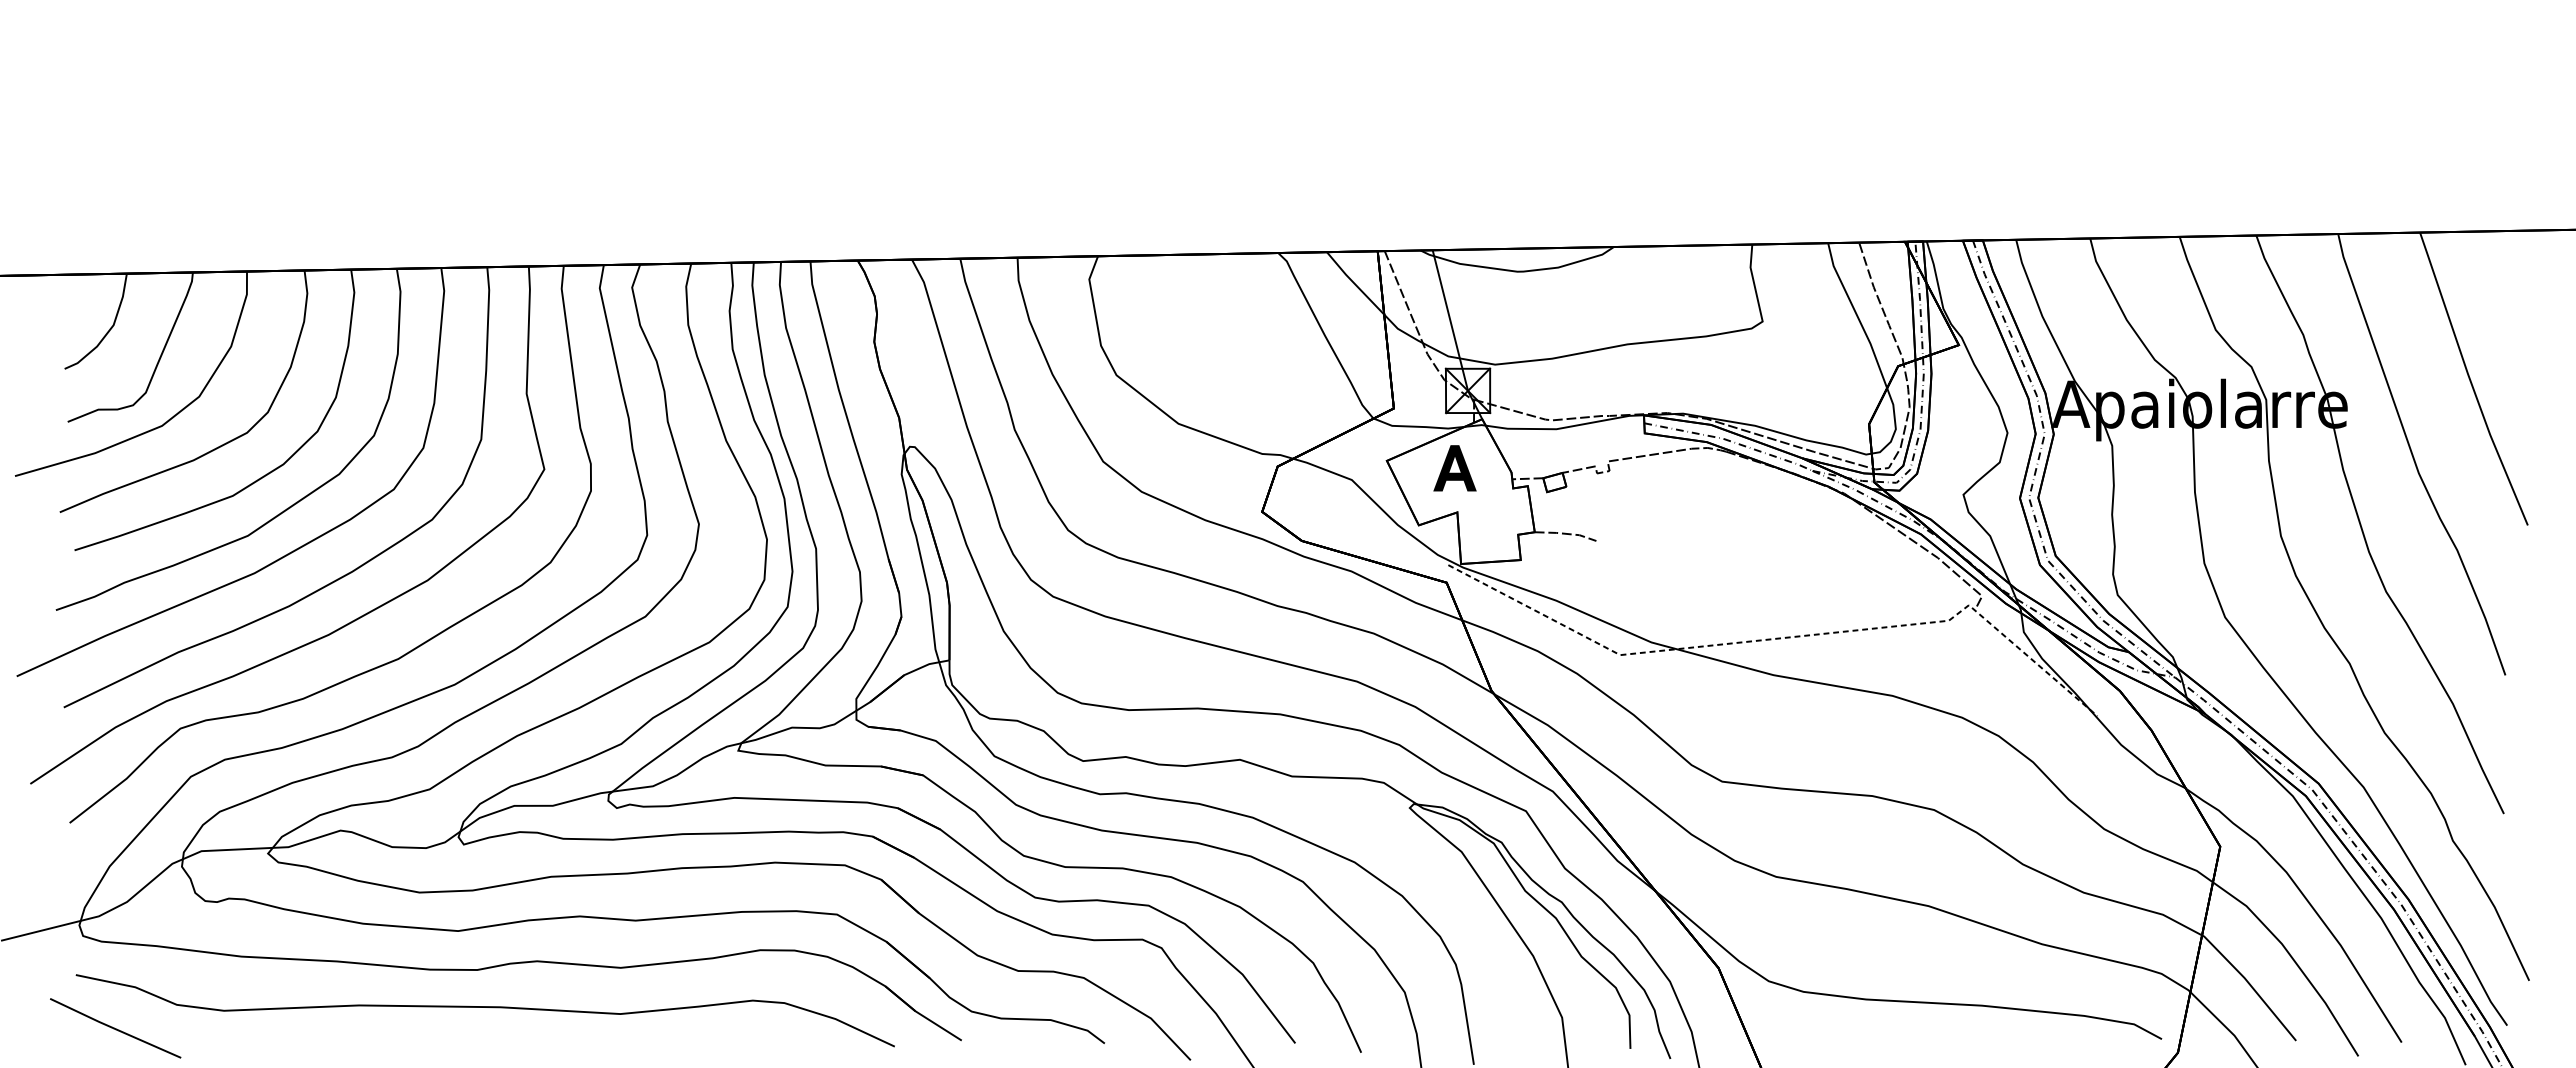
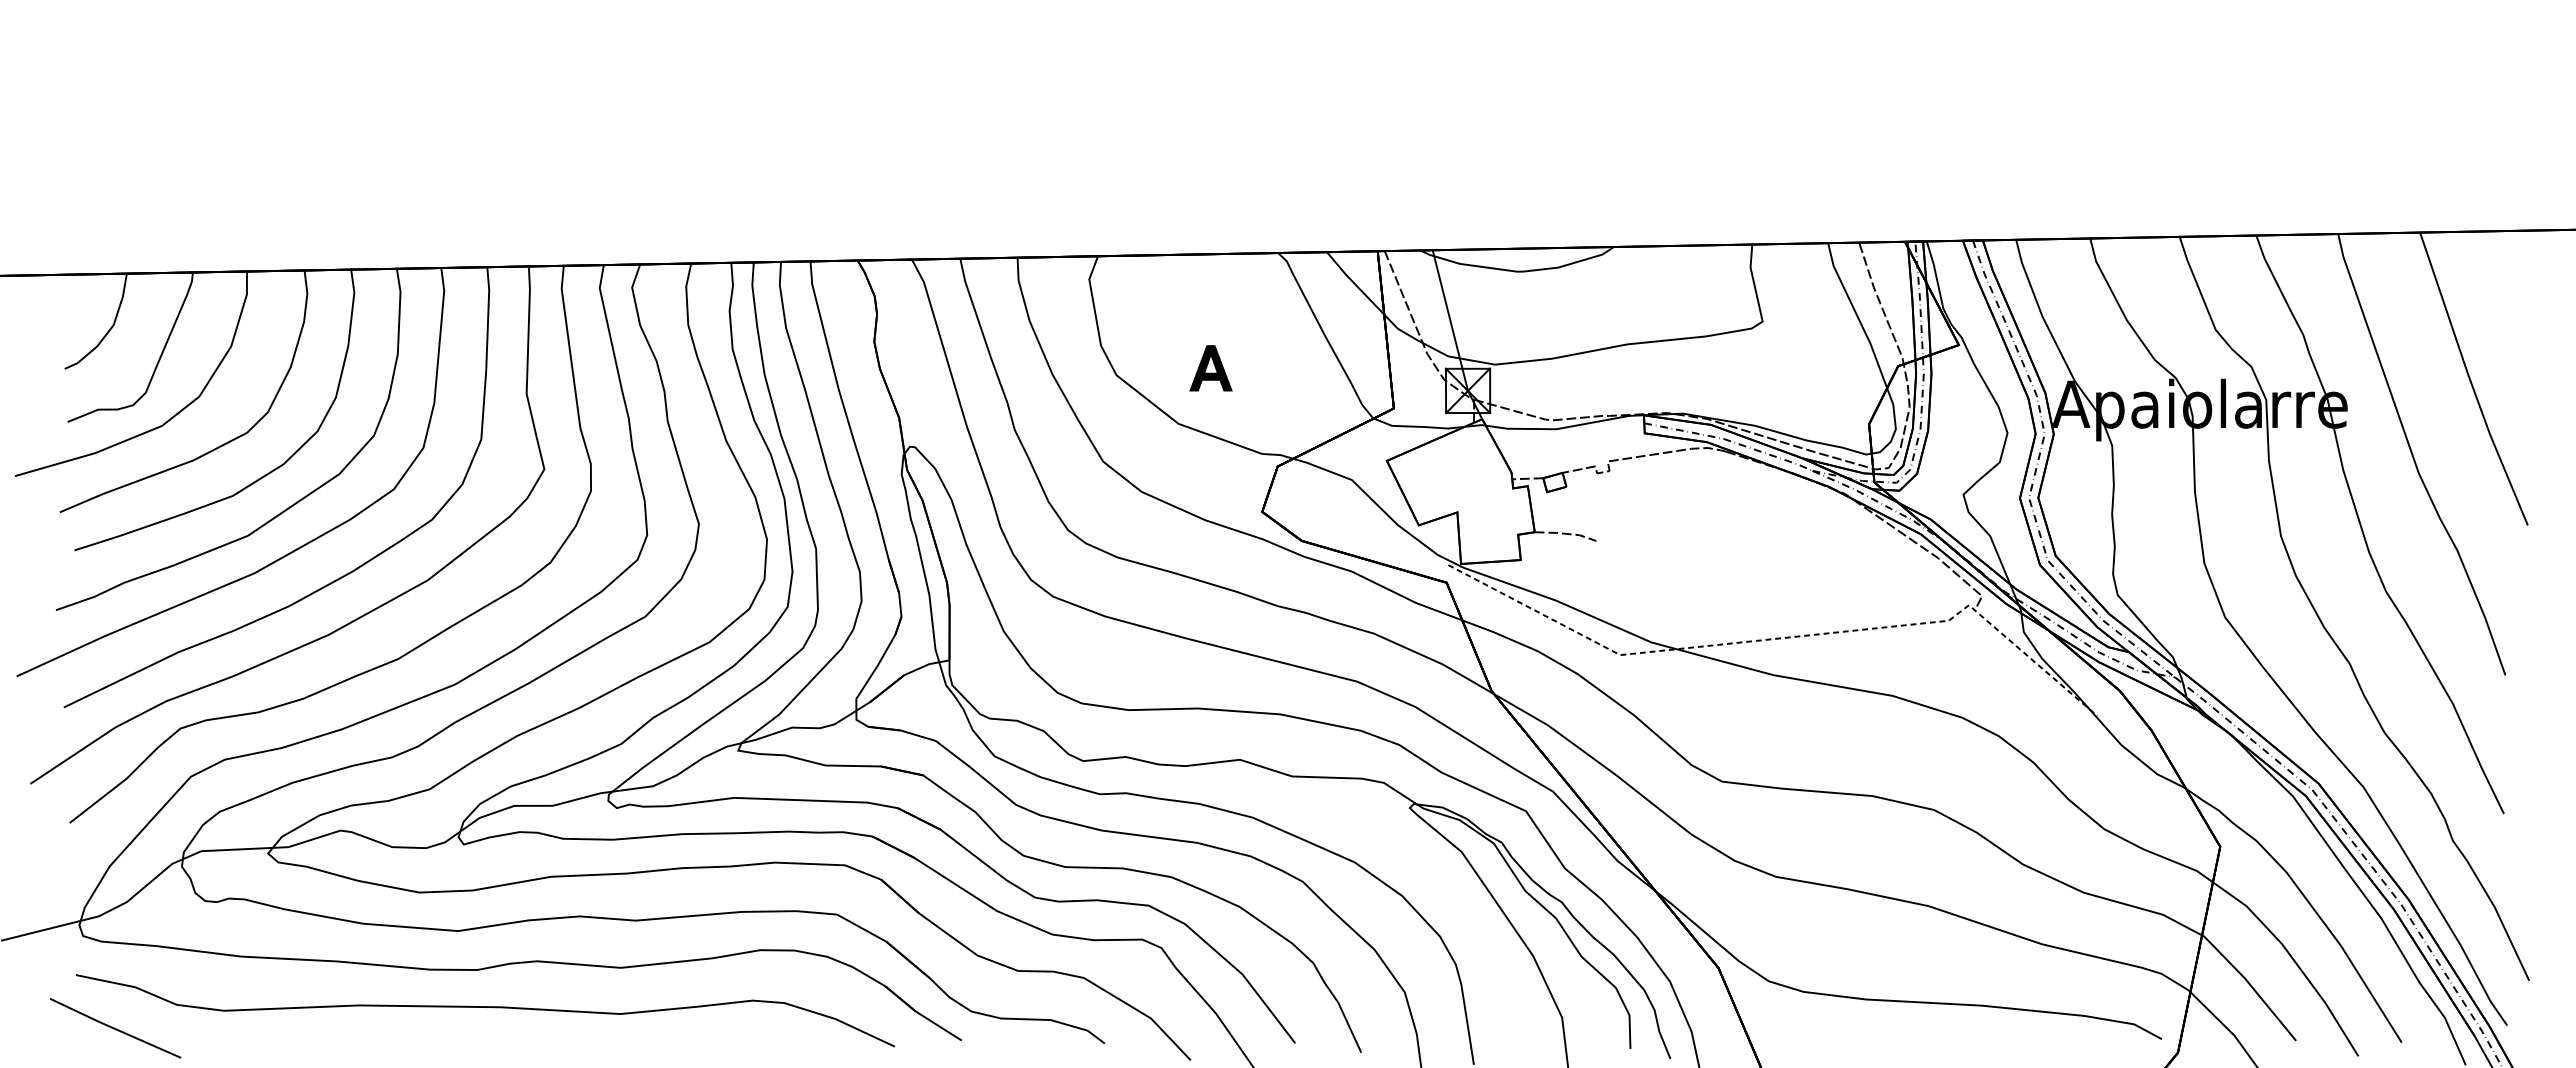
part at (1454, 468) position: (1454, 468) -> (1210, 368)
